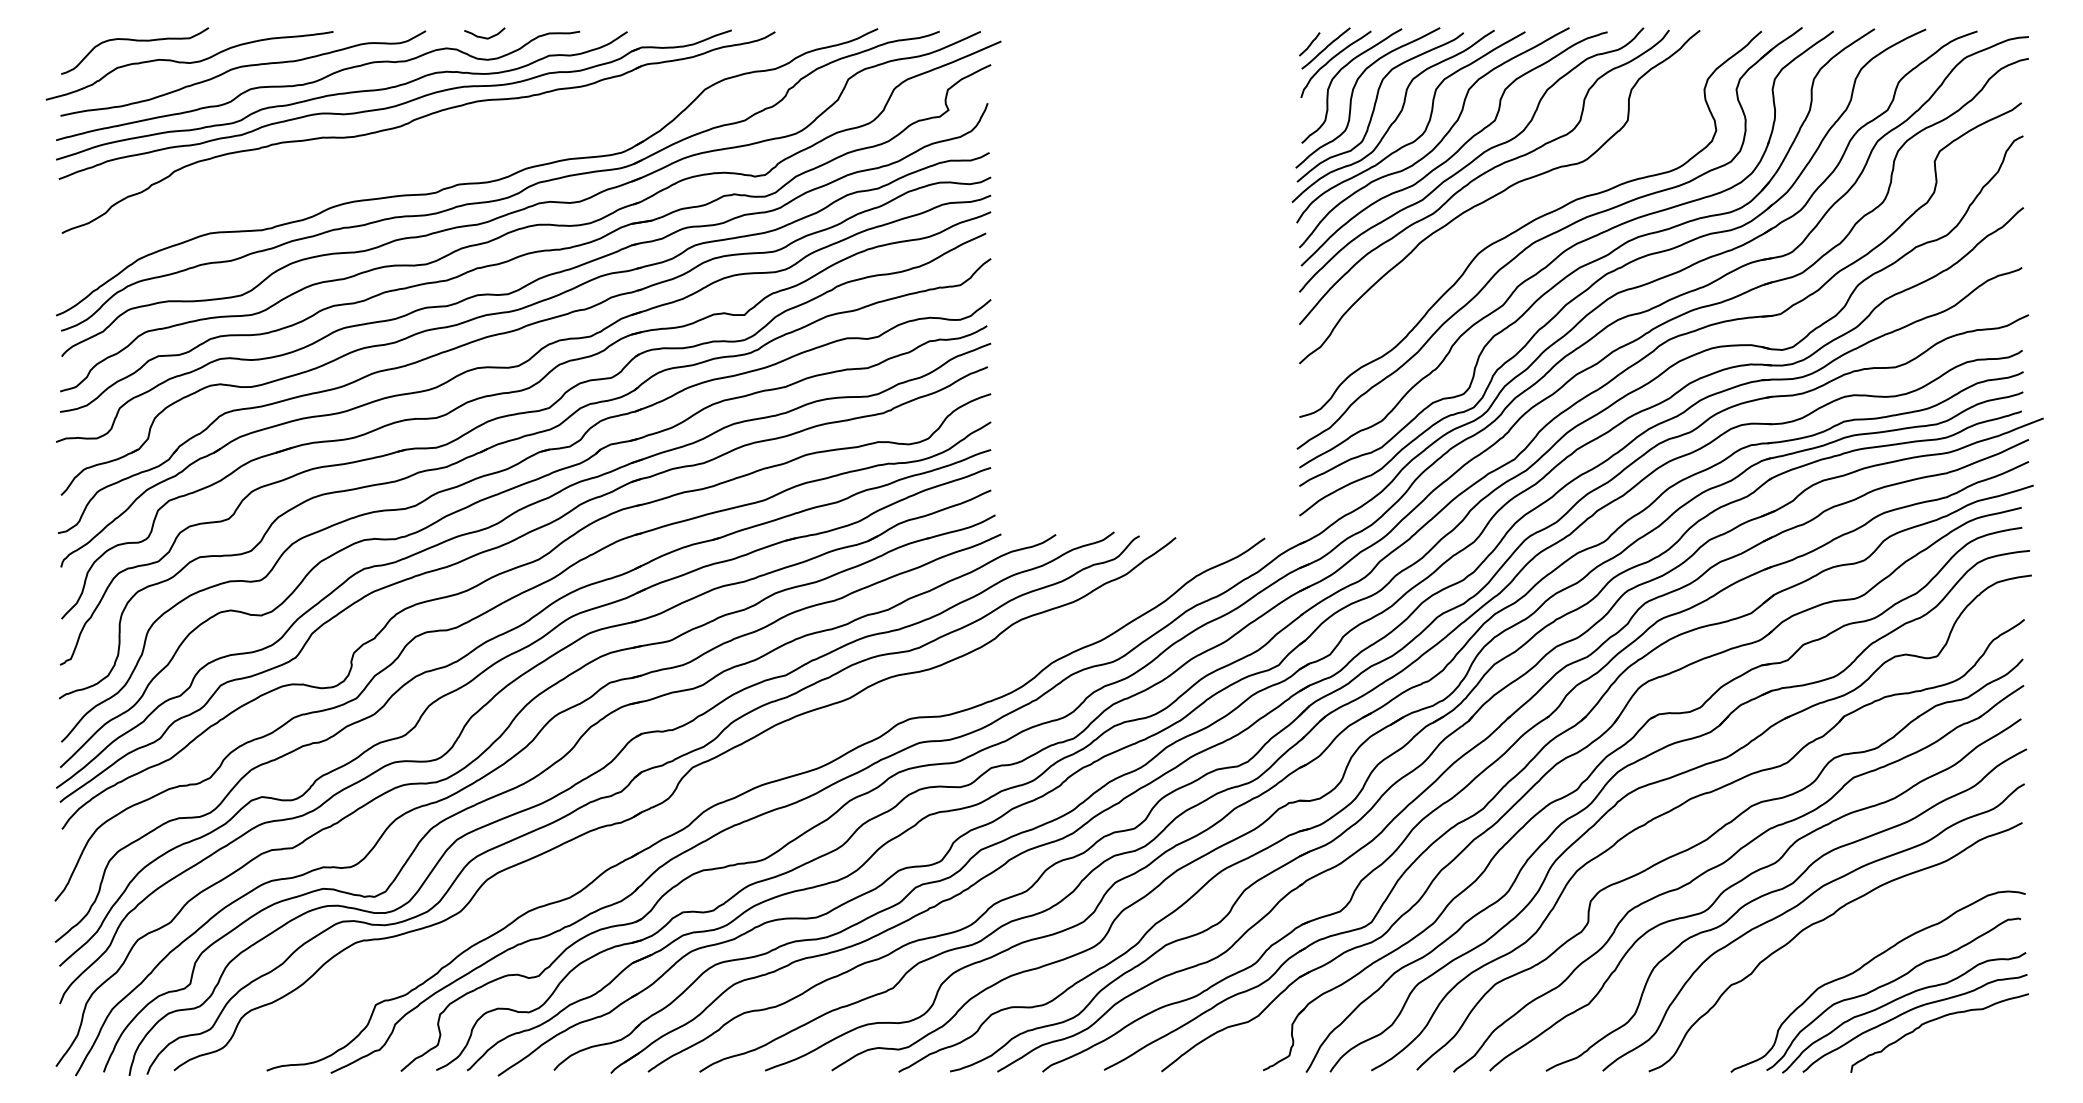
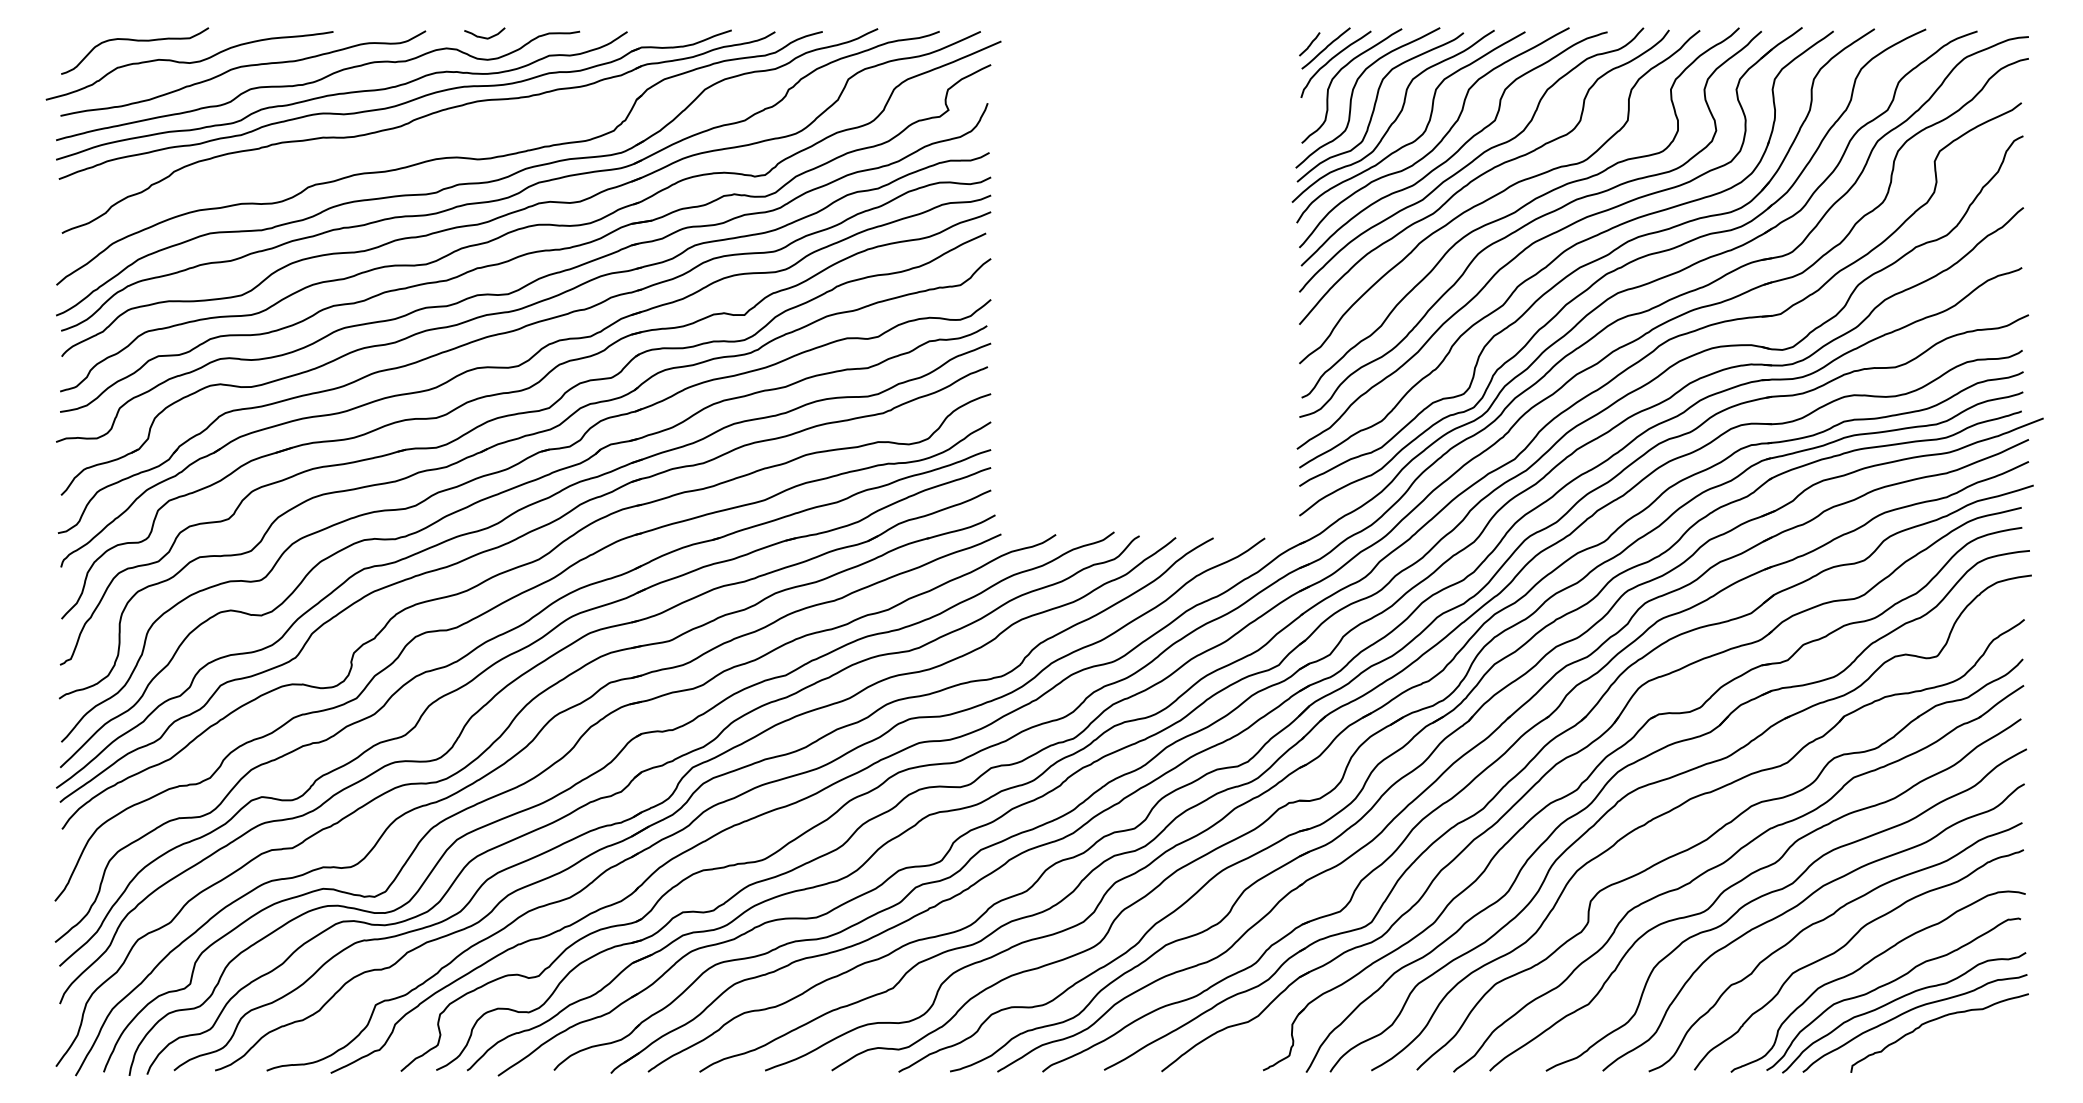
part at (439, 158): none -> present
curve at (1519, 210): none -> present
part at (699, 788): none -> present
curve at (1845, 946): none -> present
